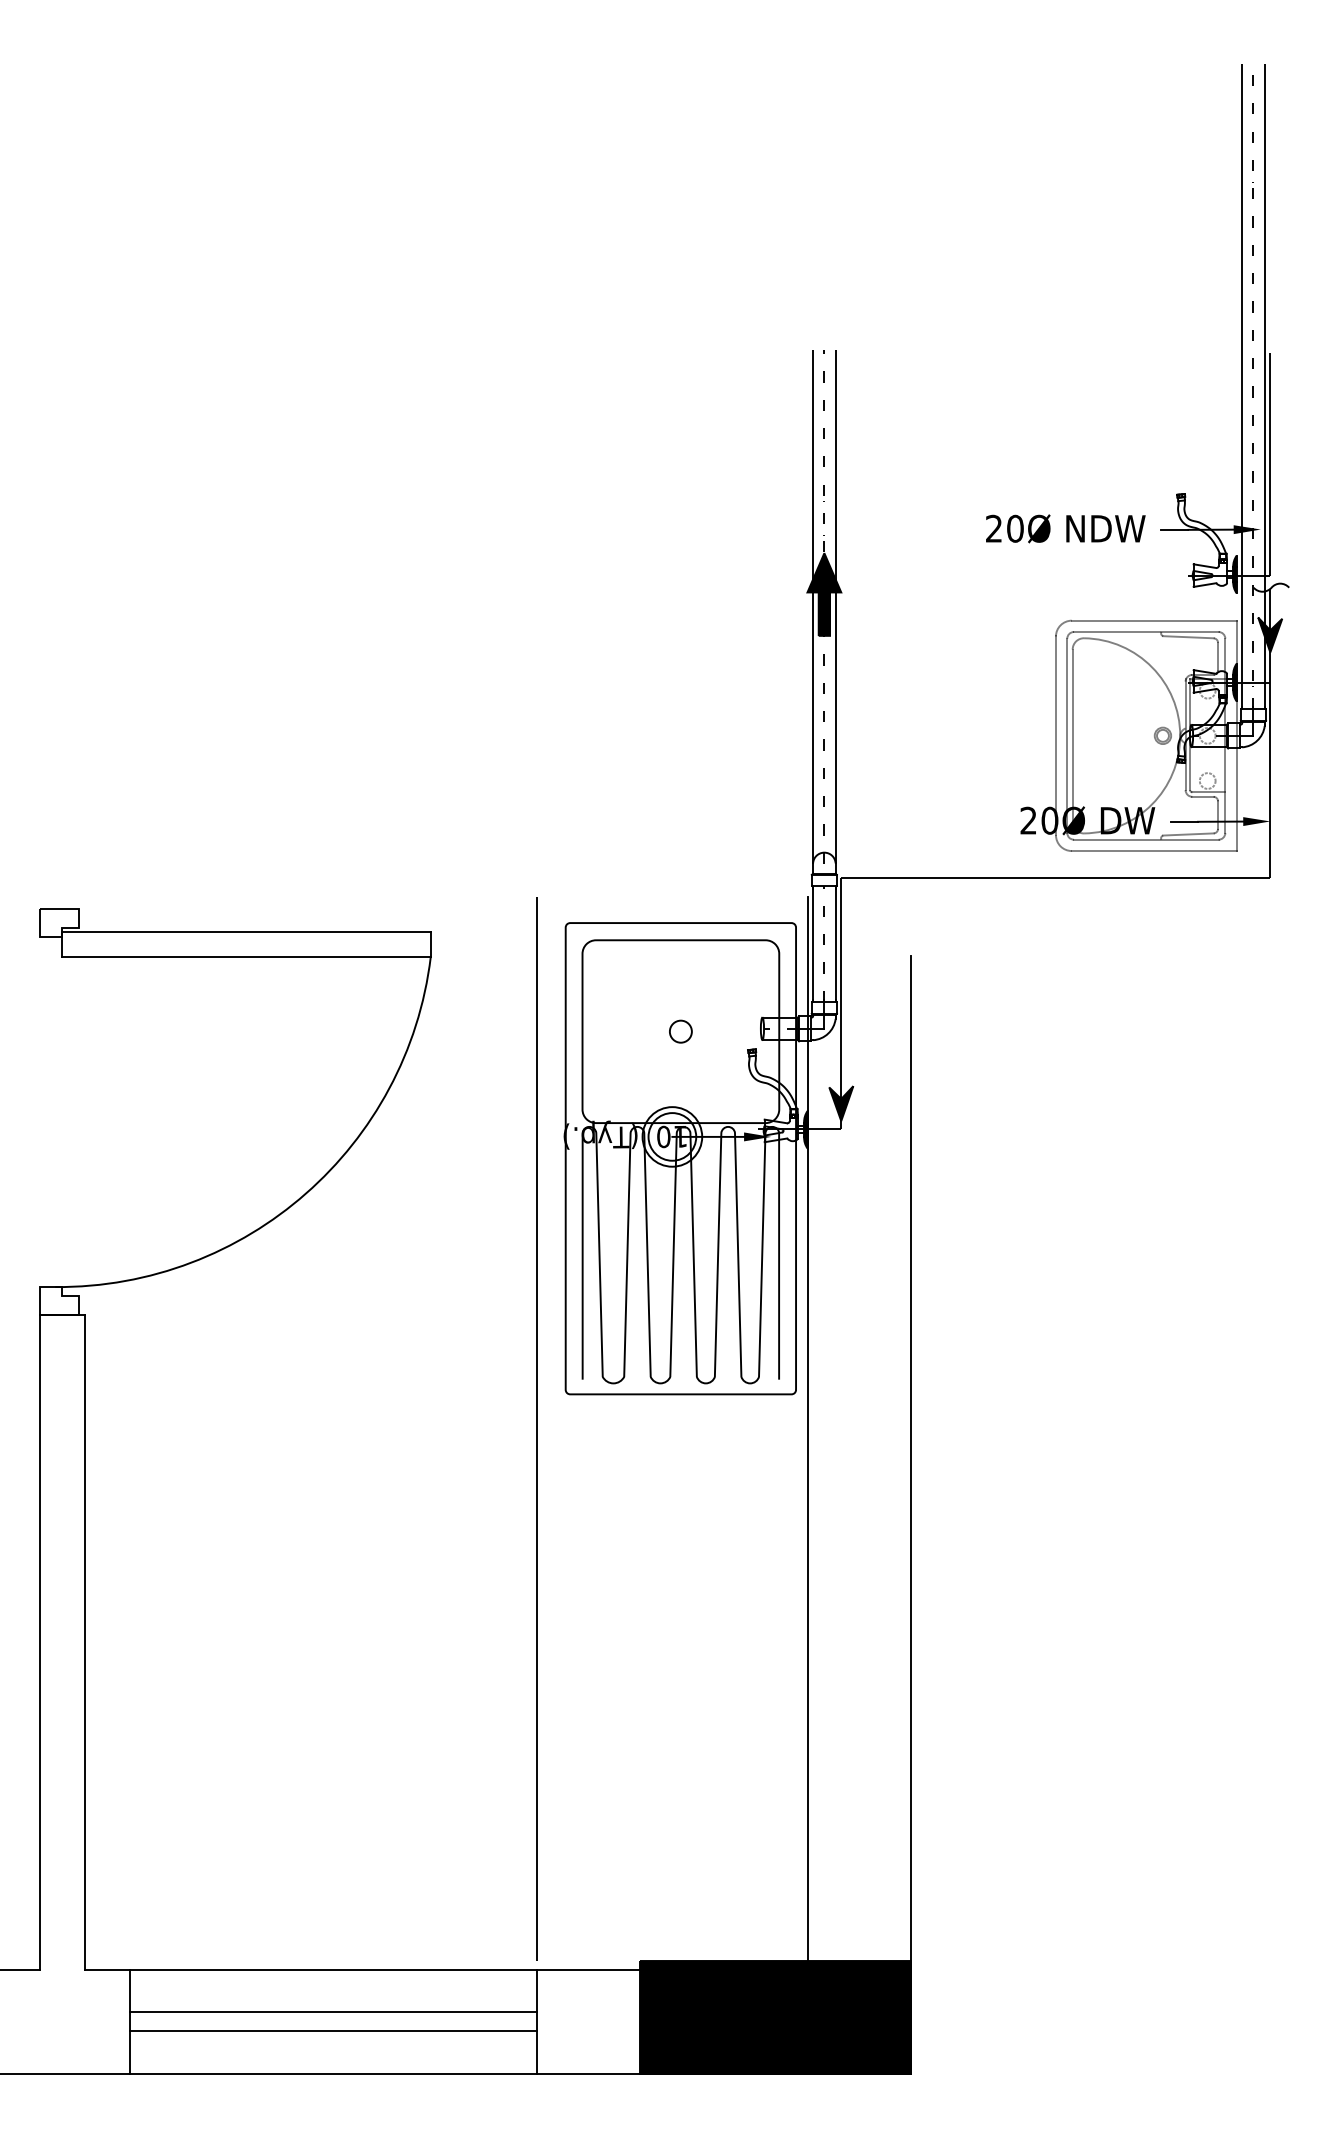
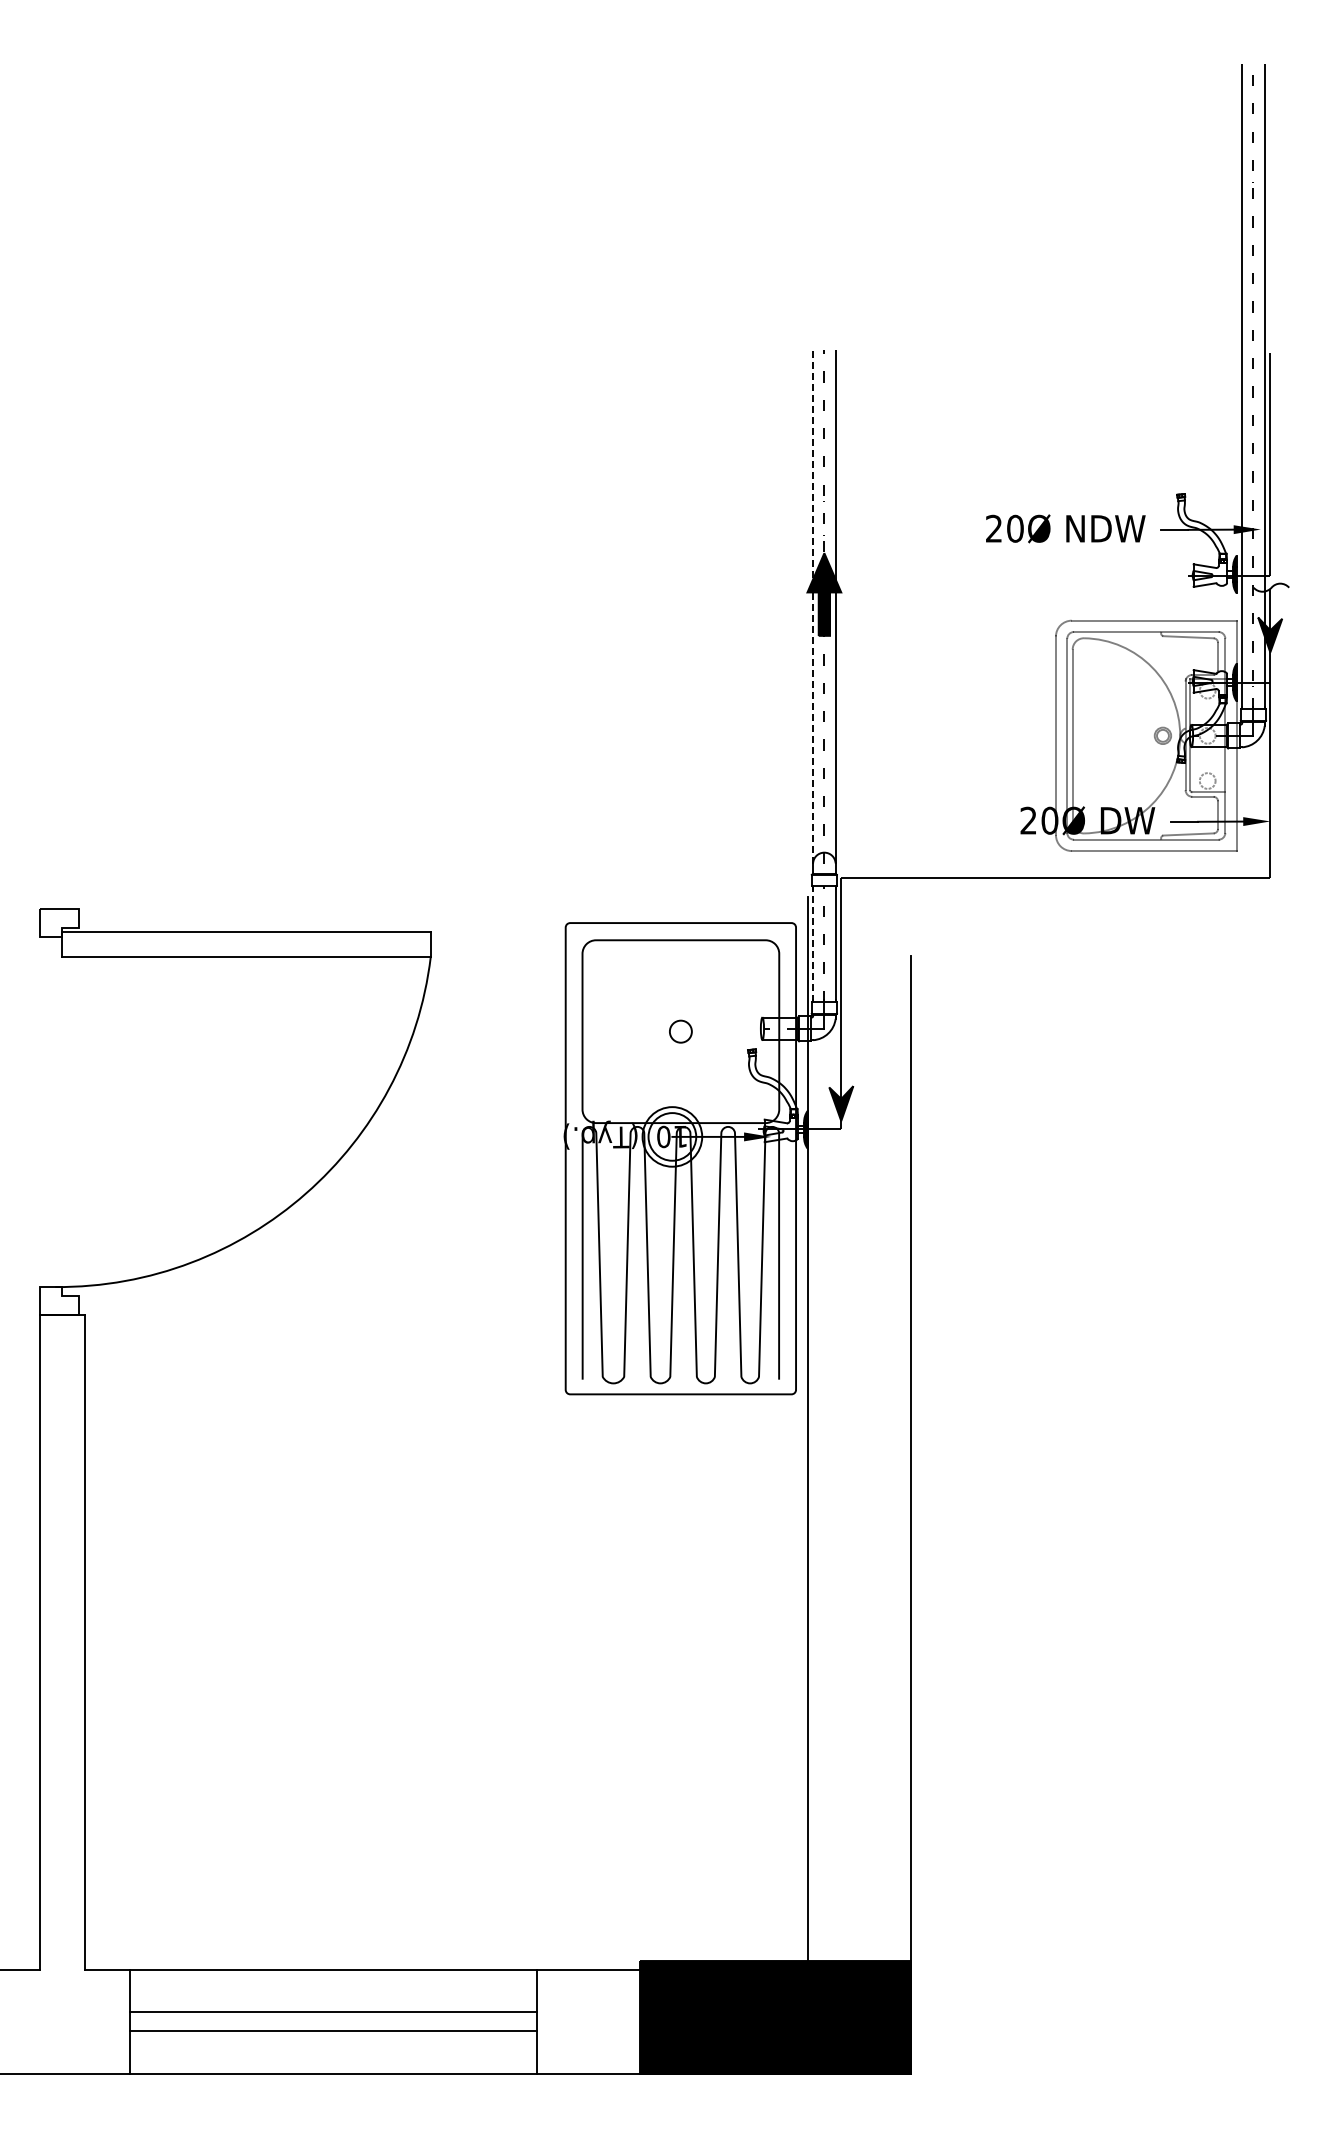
line at (813, 606): solid -> dashed
line at (813, 944): solid -> dashed
line at (536, 1428): present -> none
